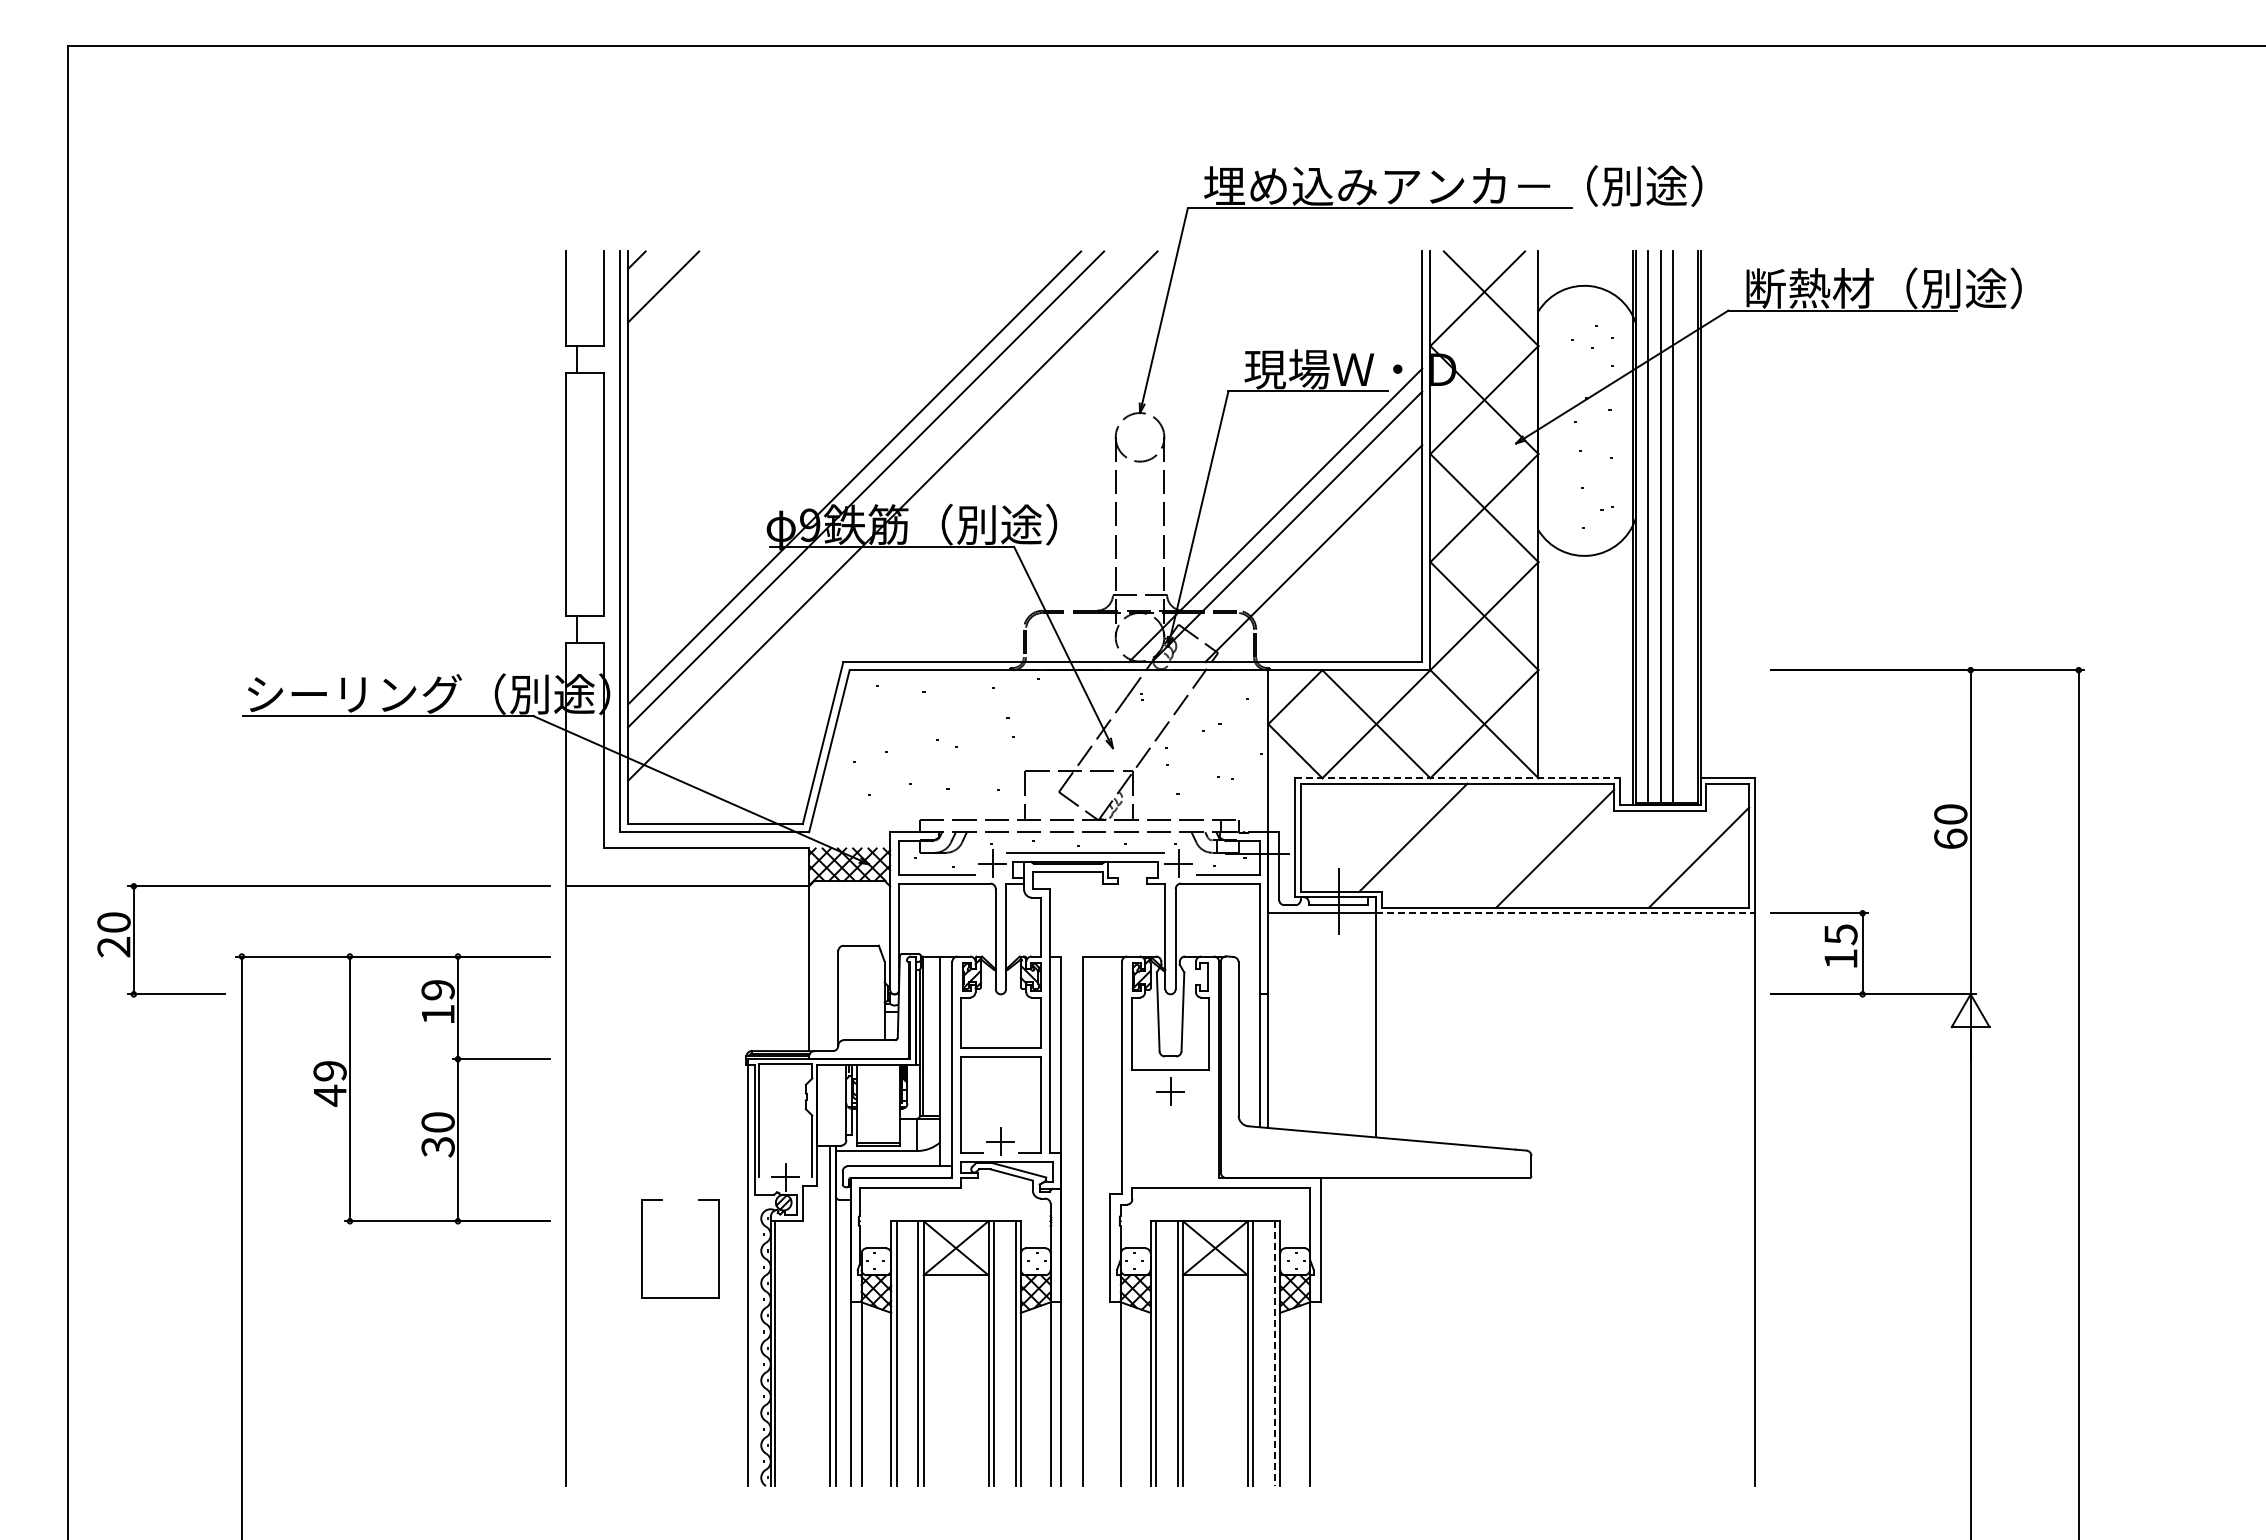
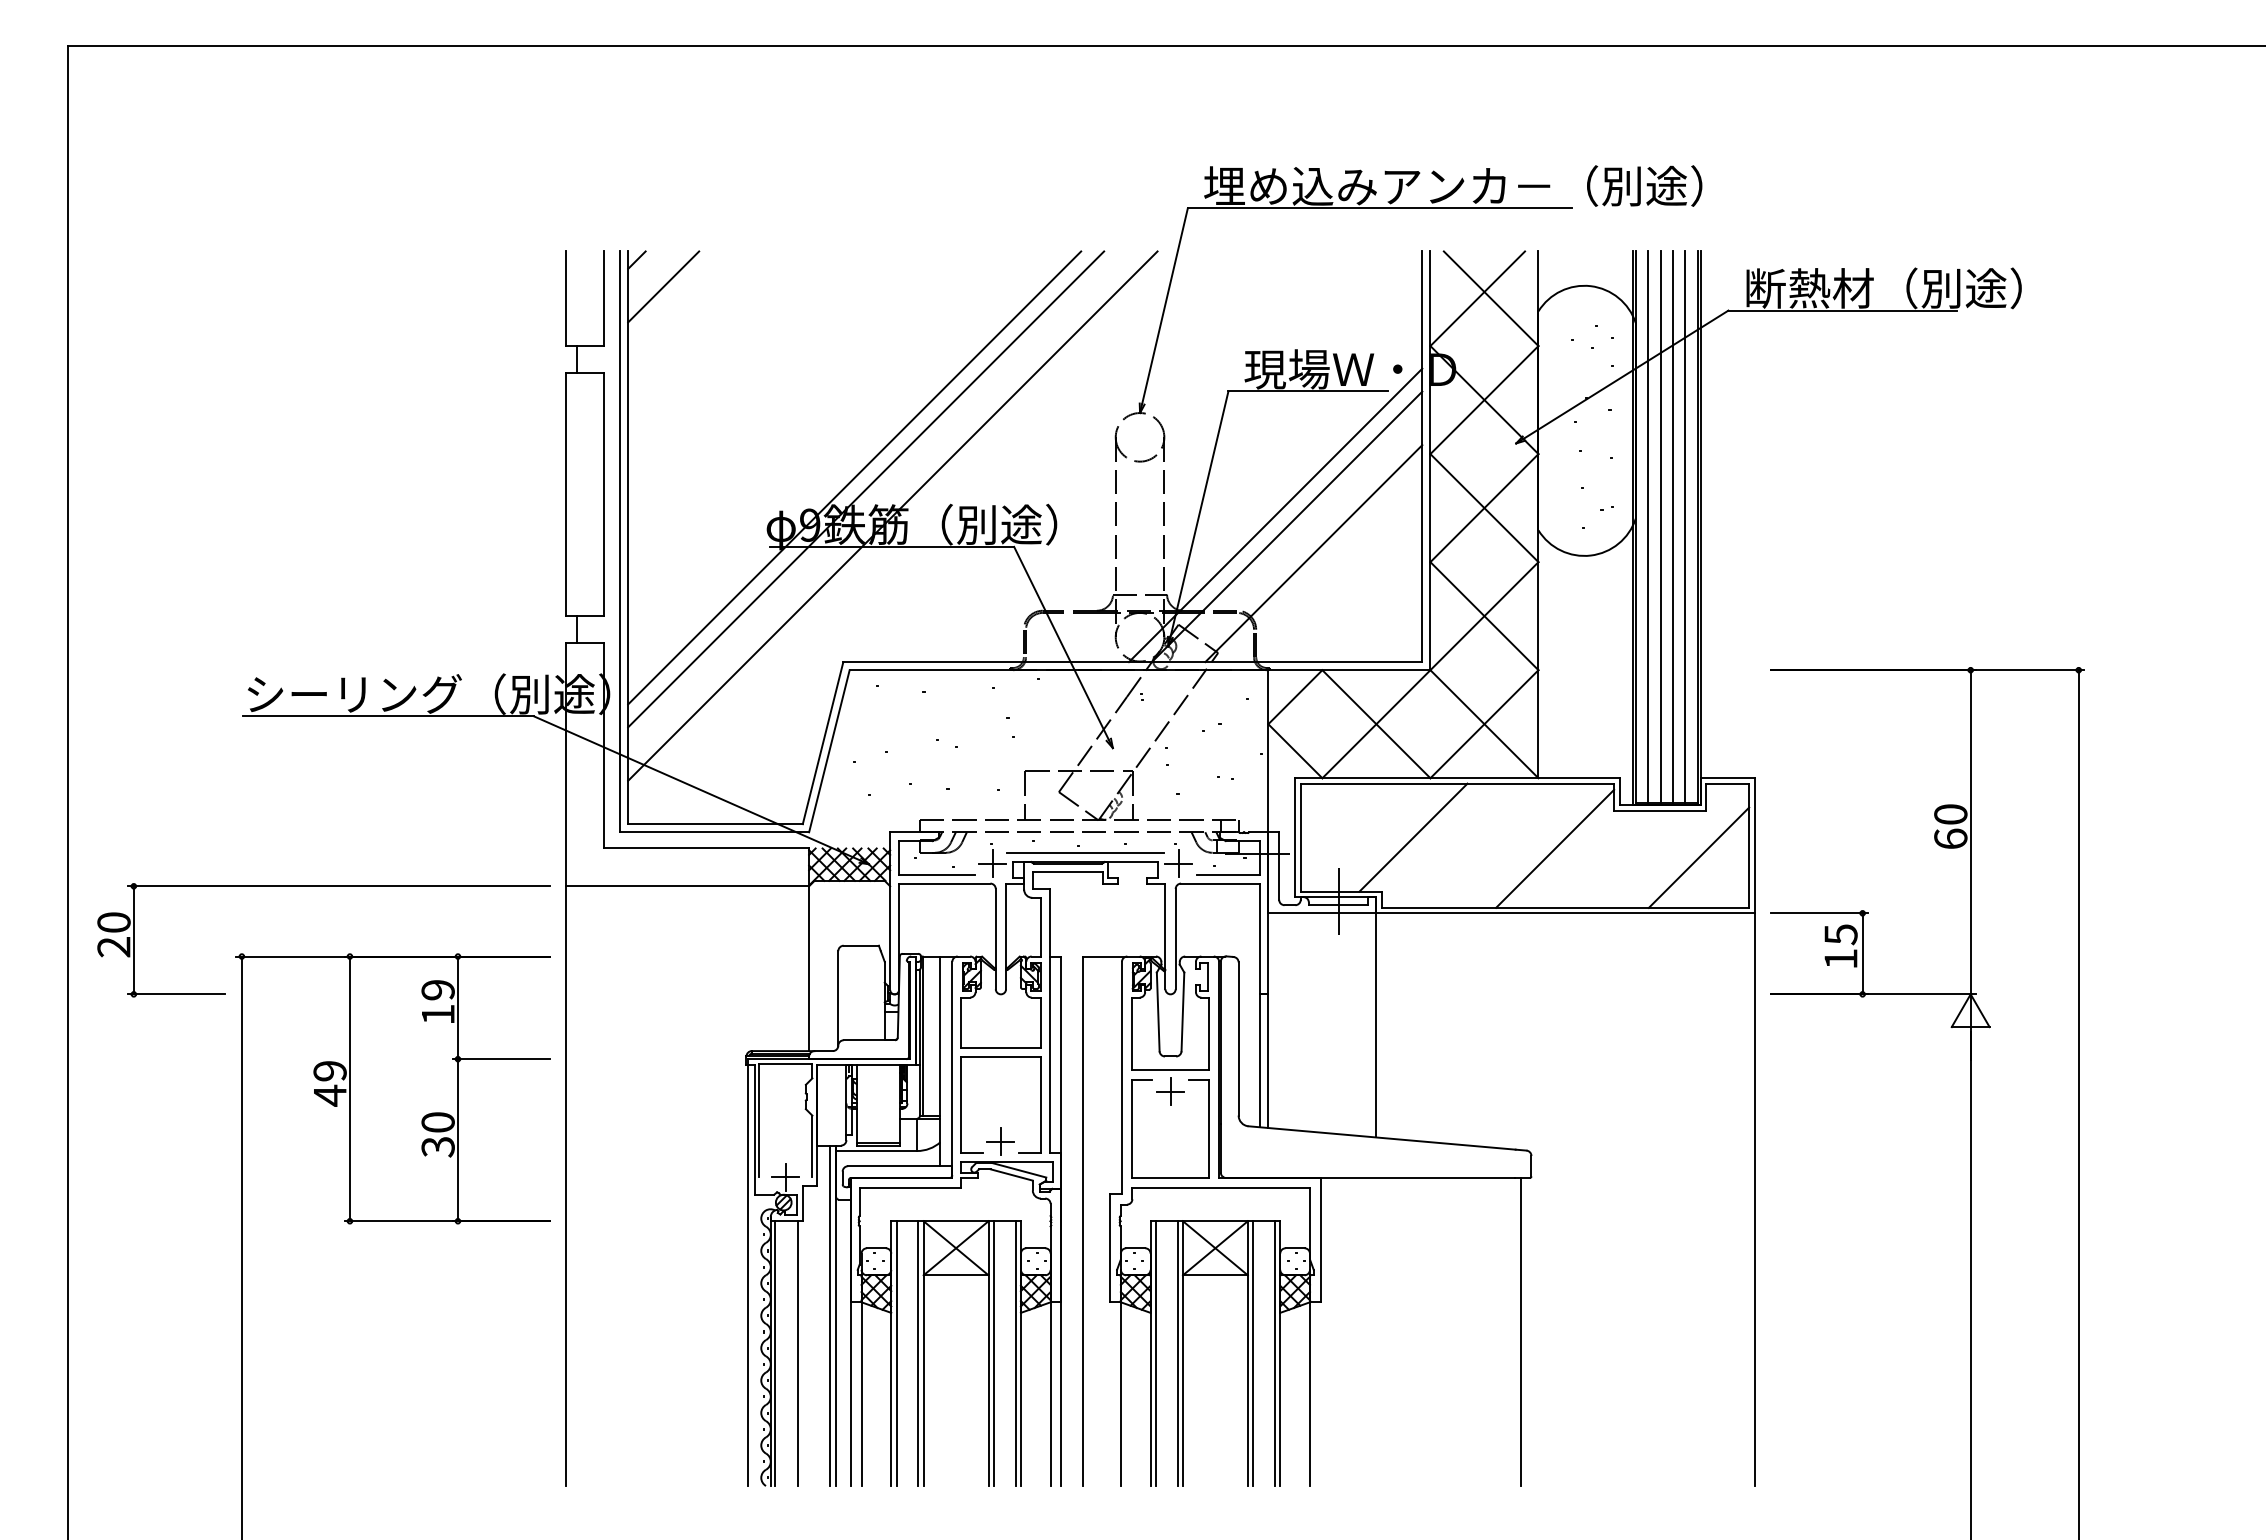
line at (1685, 526): none -> present
line at (1457, 778): dashed -> solid
line at (1566, 913): dashed -> solid
part at (642, 1248) position: (642, 1248) -> (1132, 1128)
line at (1520, 1331): none -> present
line at (797, 1353): none -> present
line at (1274, 1354): dashed -> solid
